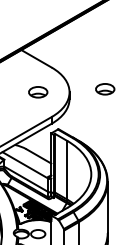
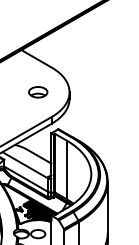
part at (105, 89): present -> none
